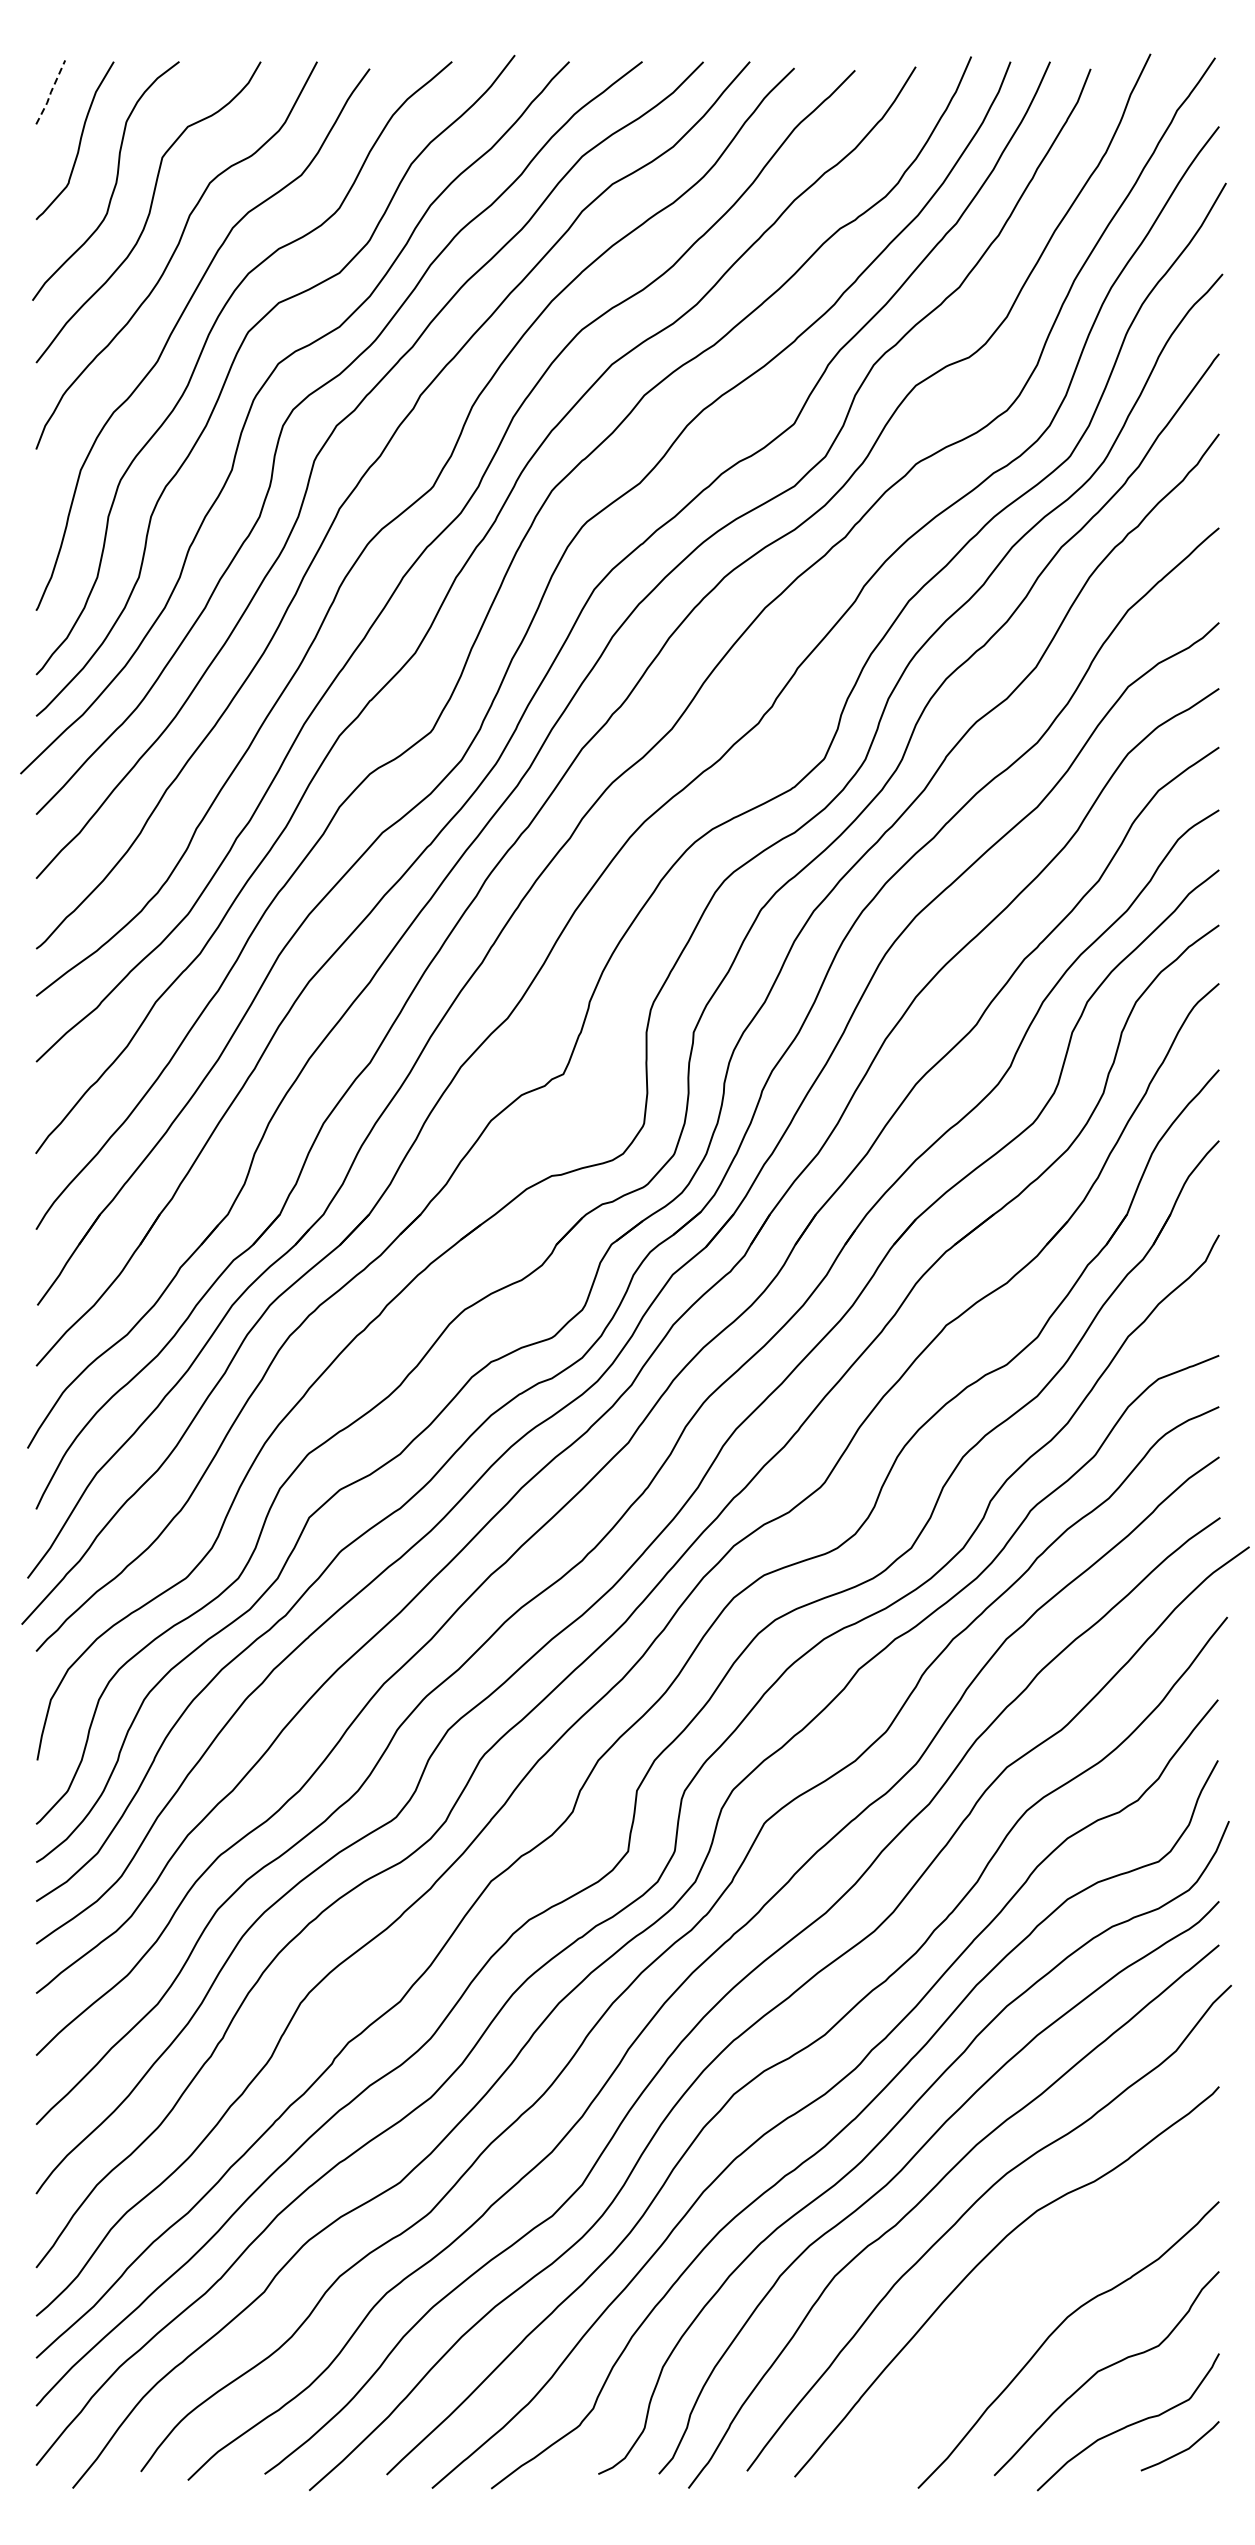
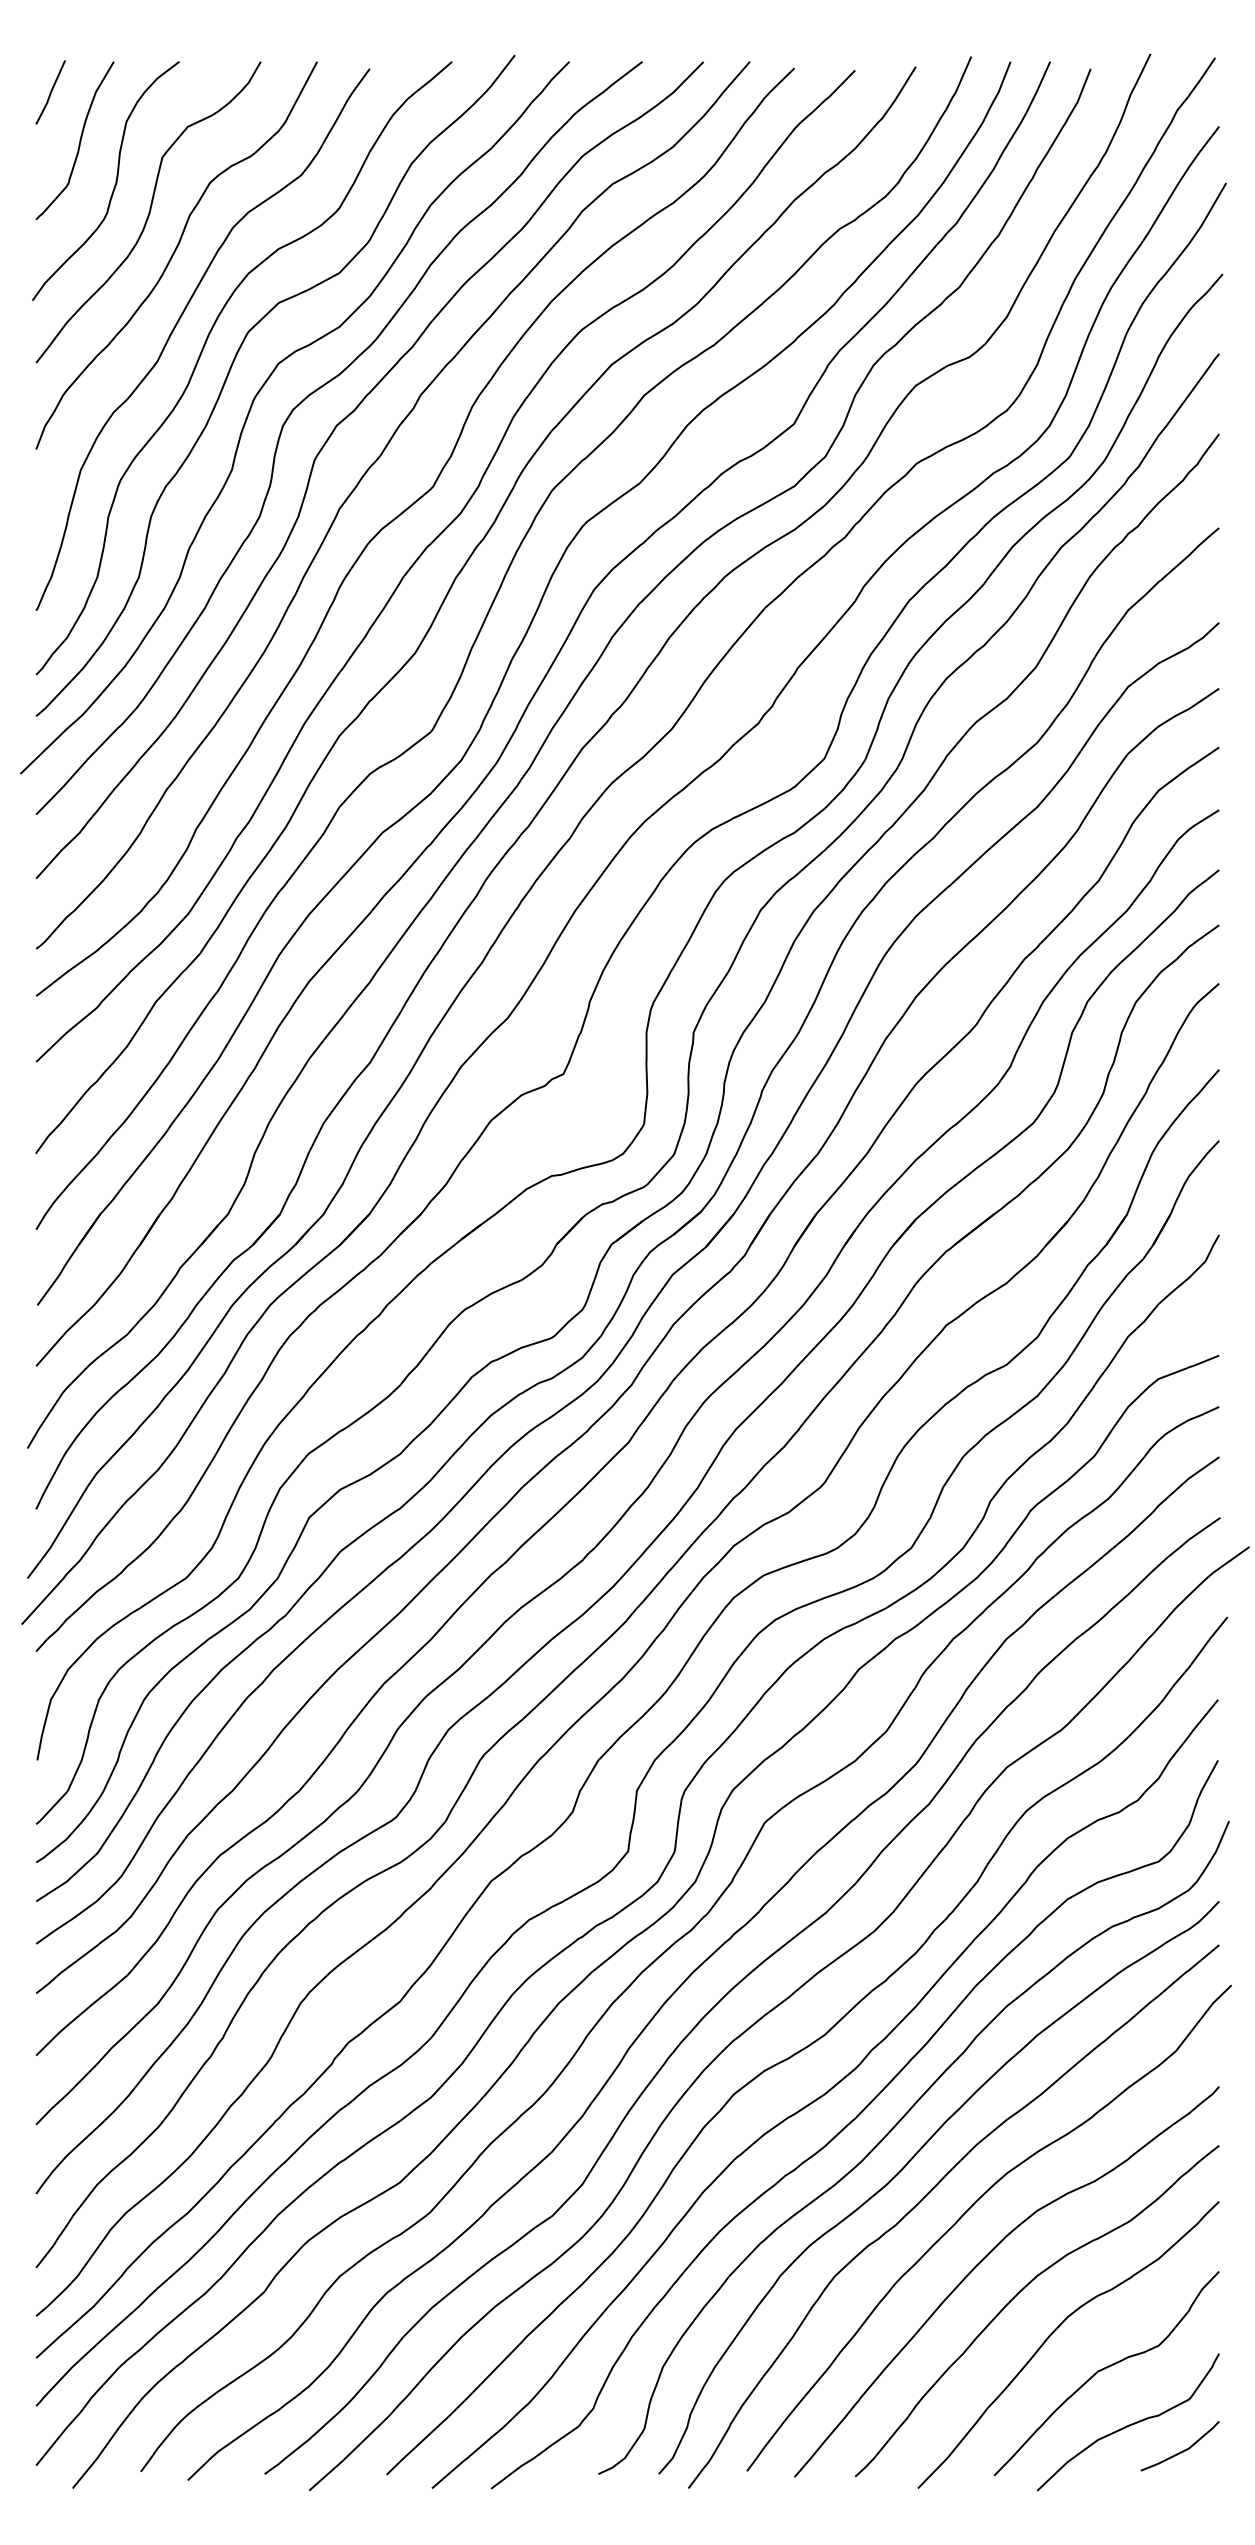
line at (50, 92): dashed -> solid
curve at (1019, 2293): none -> present
